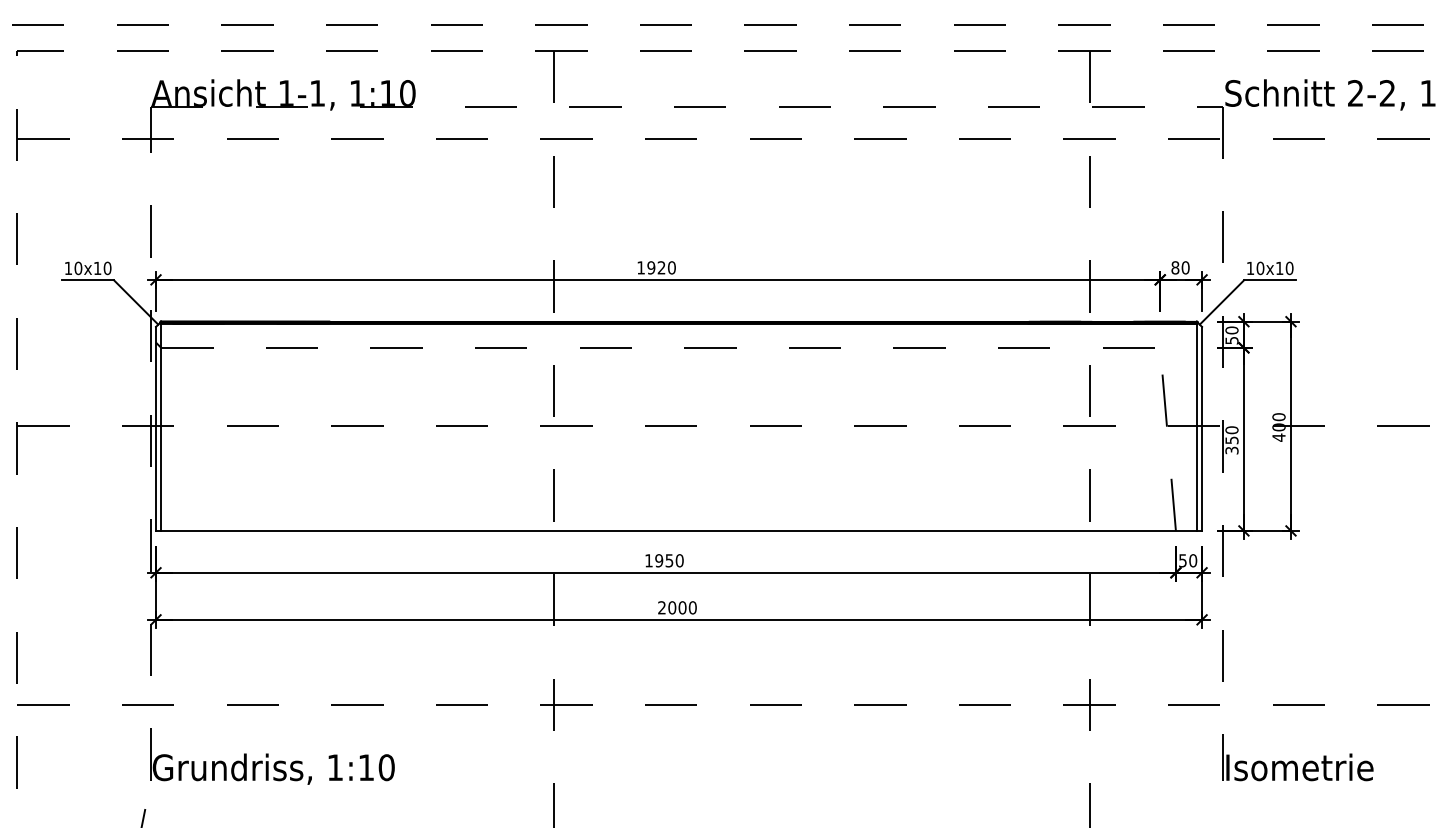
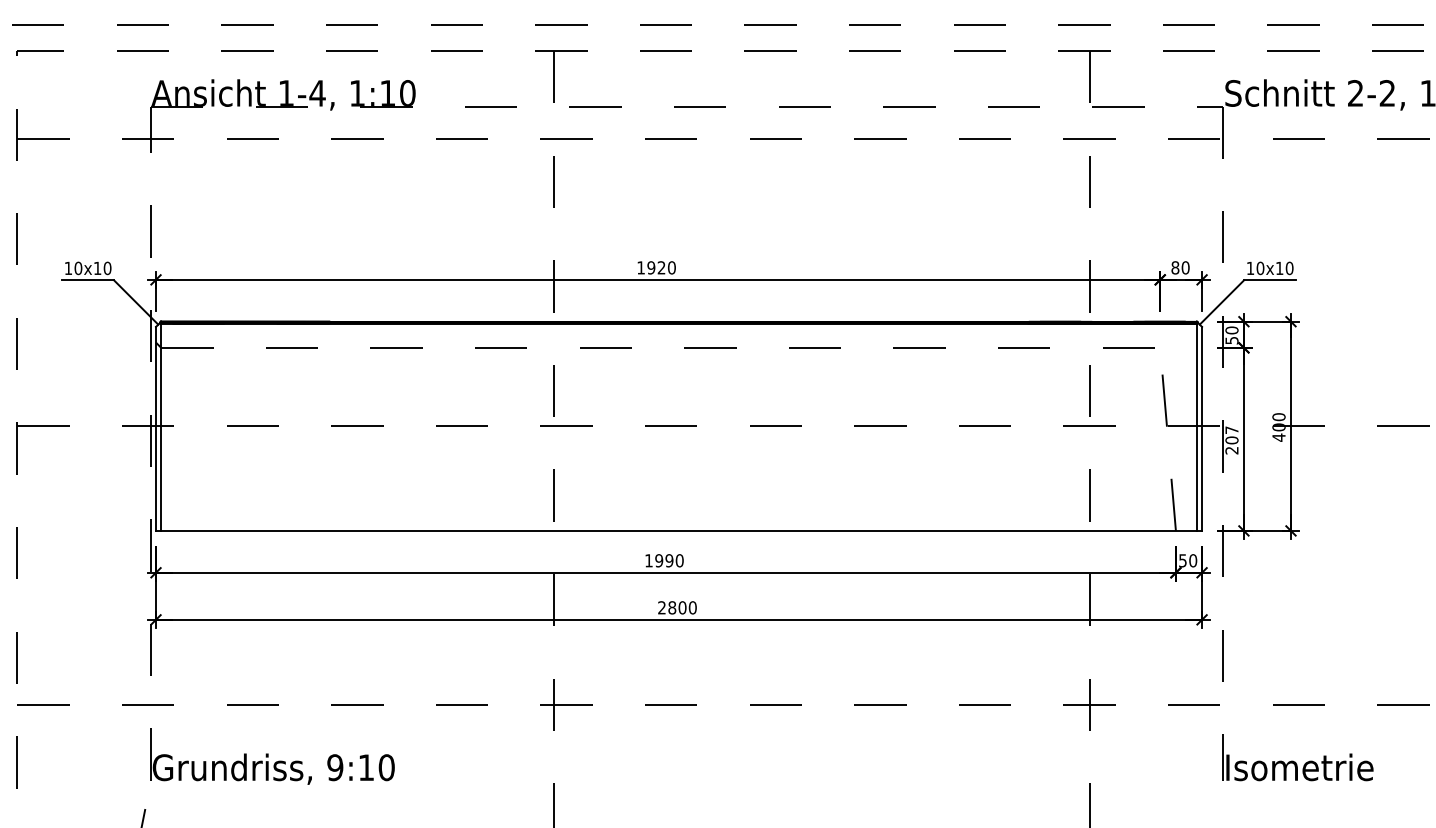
text at (317, 93): 1-1, -> 1-4,
text at (1231, 440): 350 -> 207
text at (669, 560): 1950 -> 1990
text at (672, 607): 2000 -> 2800
text at (335, 767): 1:10 -> 9:10
